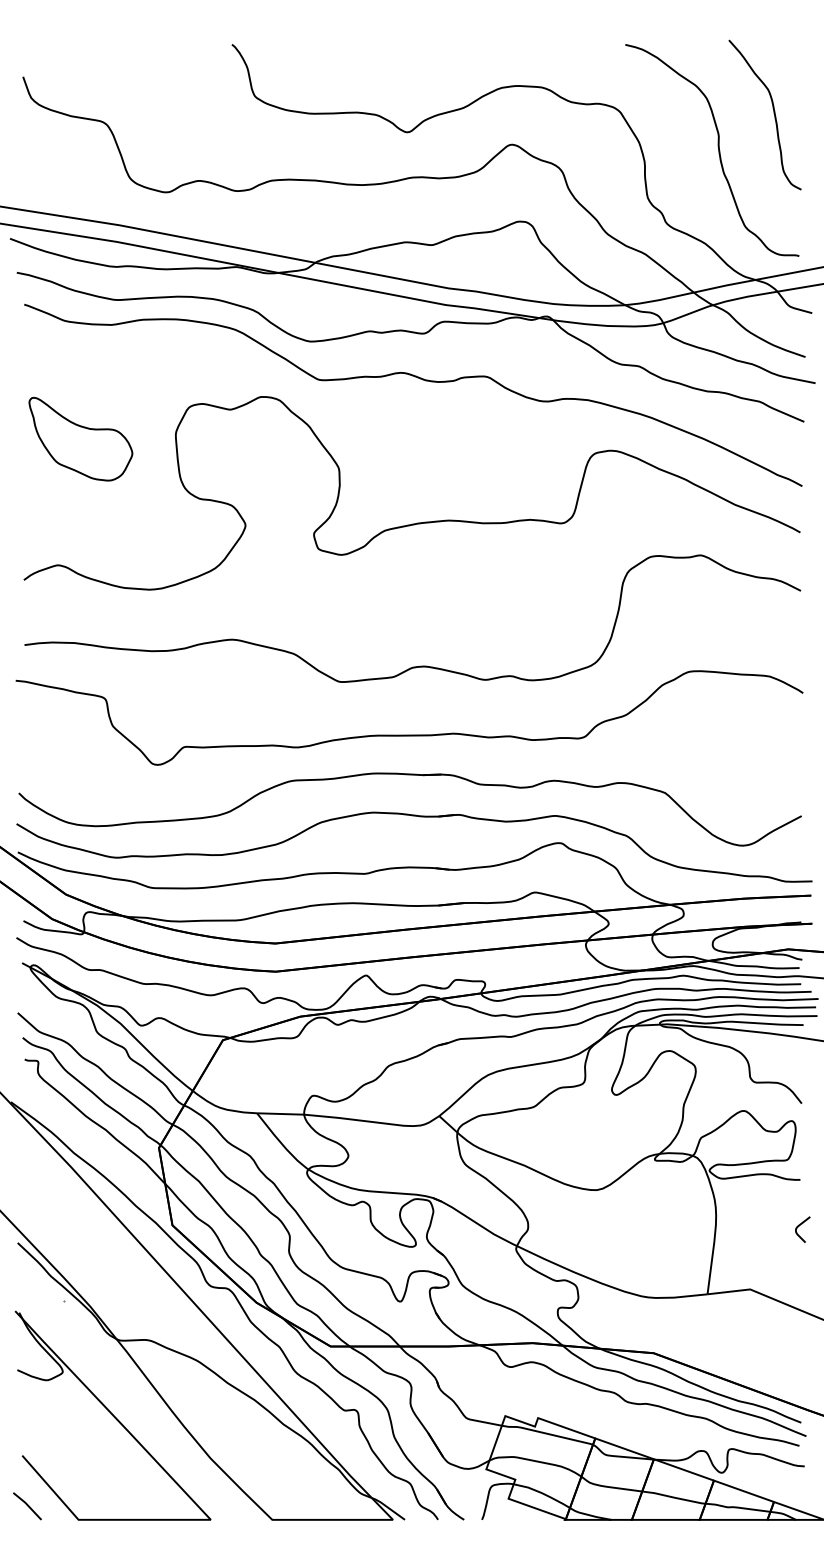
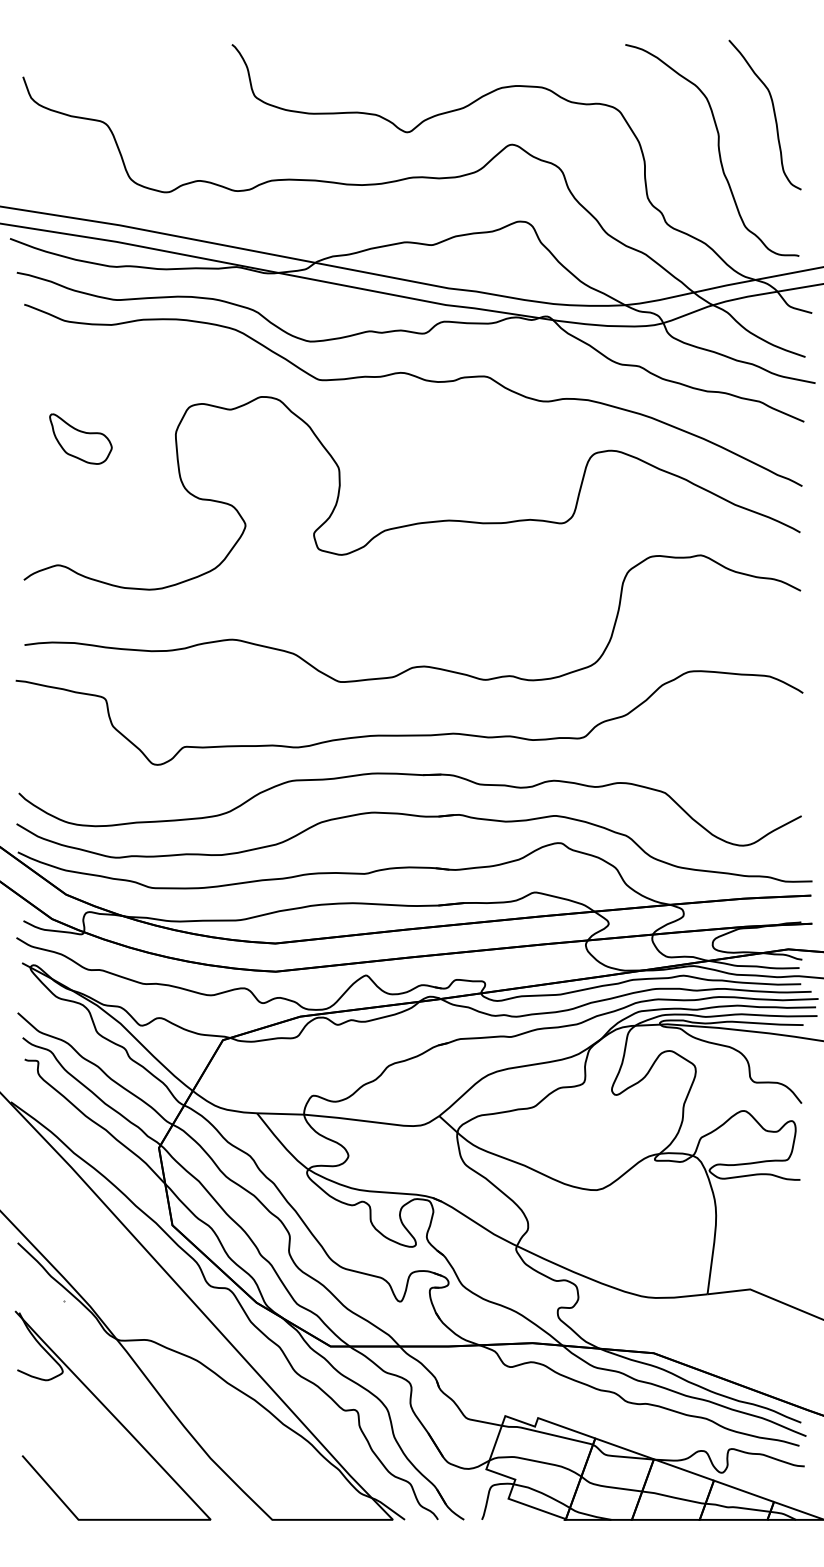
part at (80, 438) size: 106x86 px -> 64x52 px
curve at (799, 1226): present -> none
line at (27, 1506): present -> none
